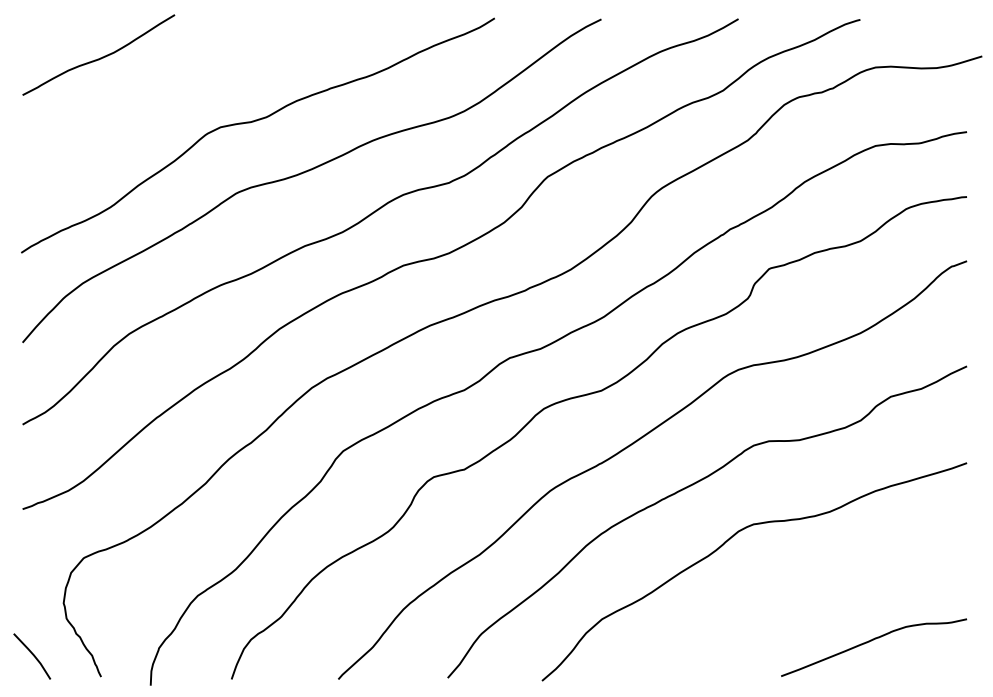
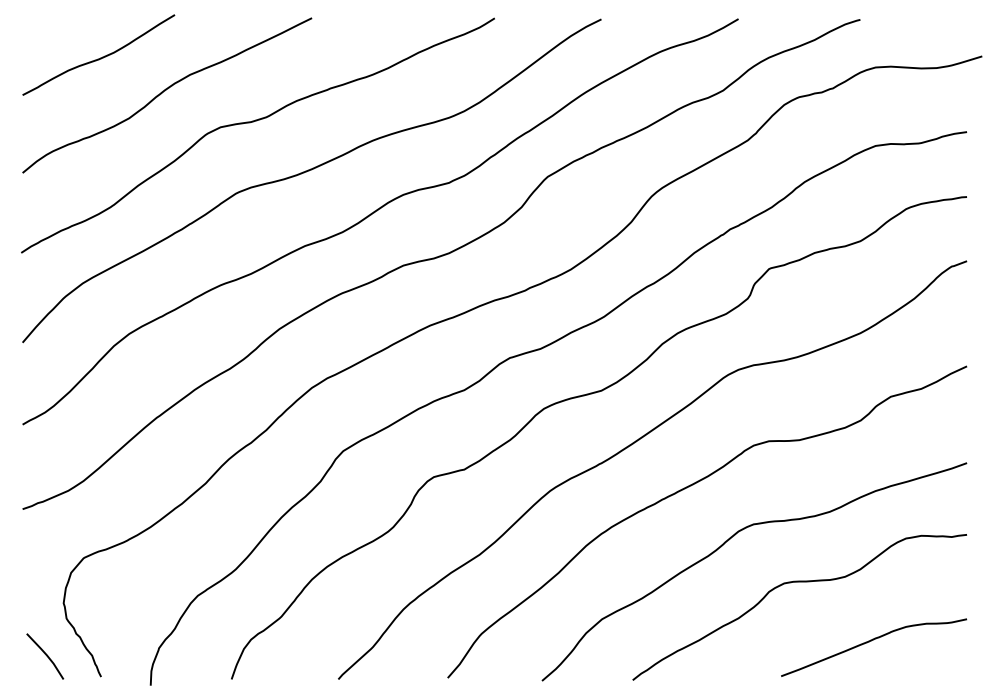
curve at (165, 91): none -> present
curve at (799, 582): none -> present
line at (32, 655) position: (32, 655) -> (45, 655)
